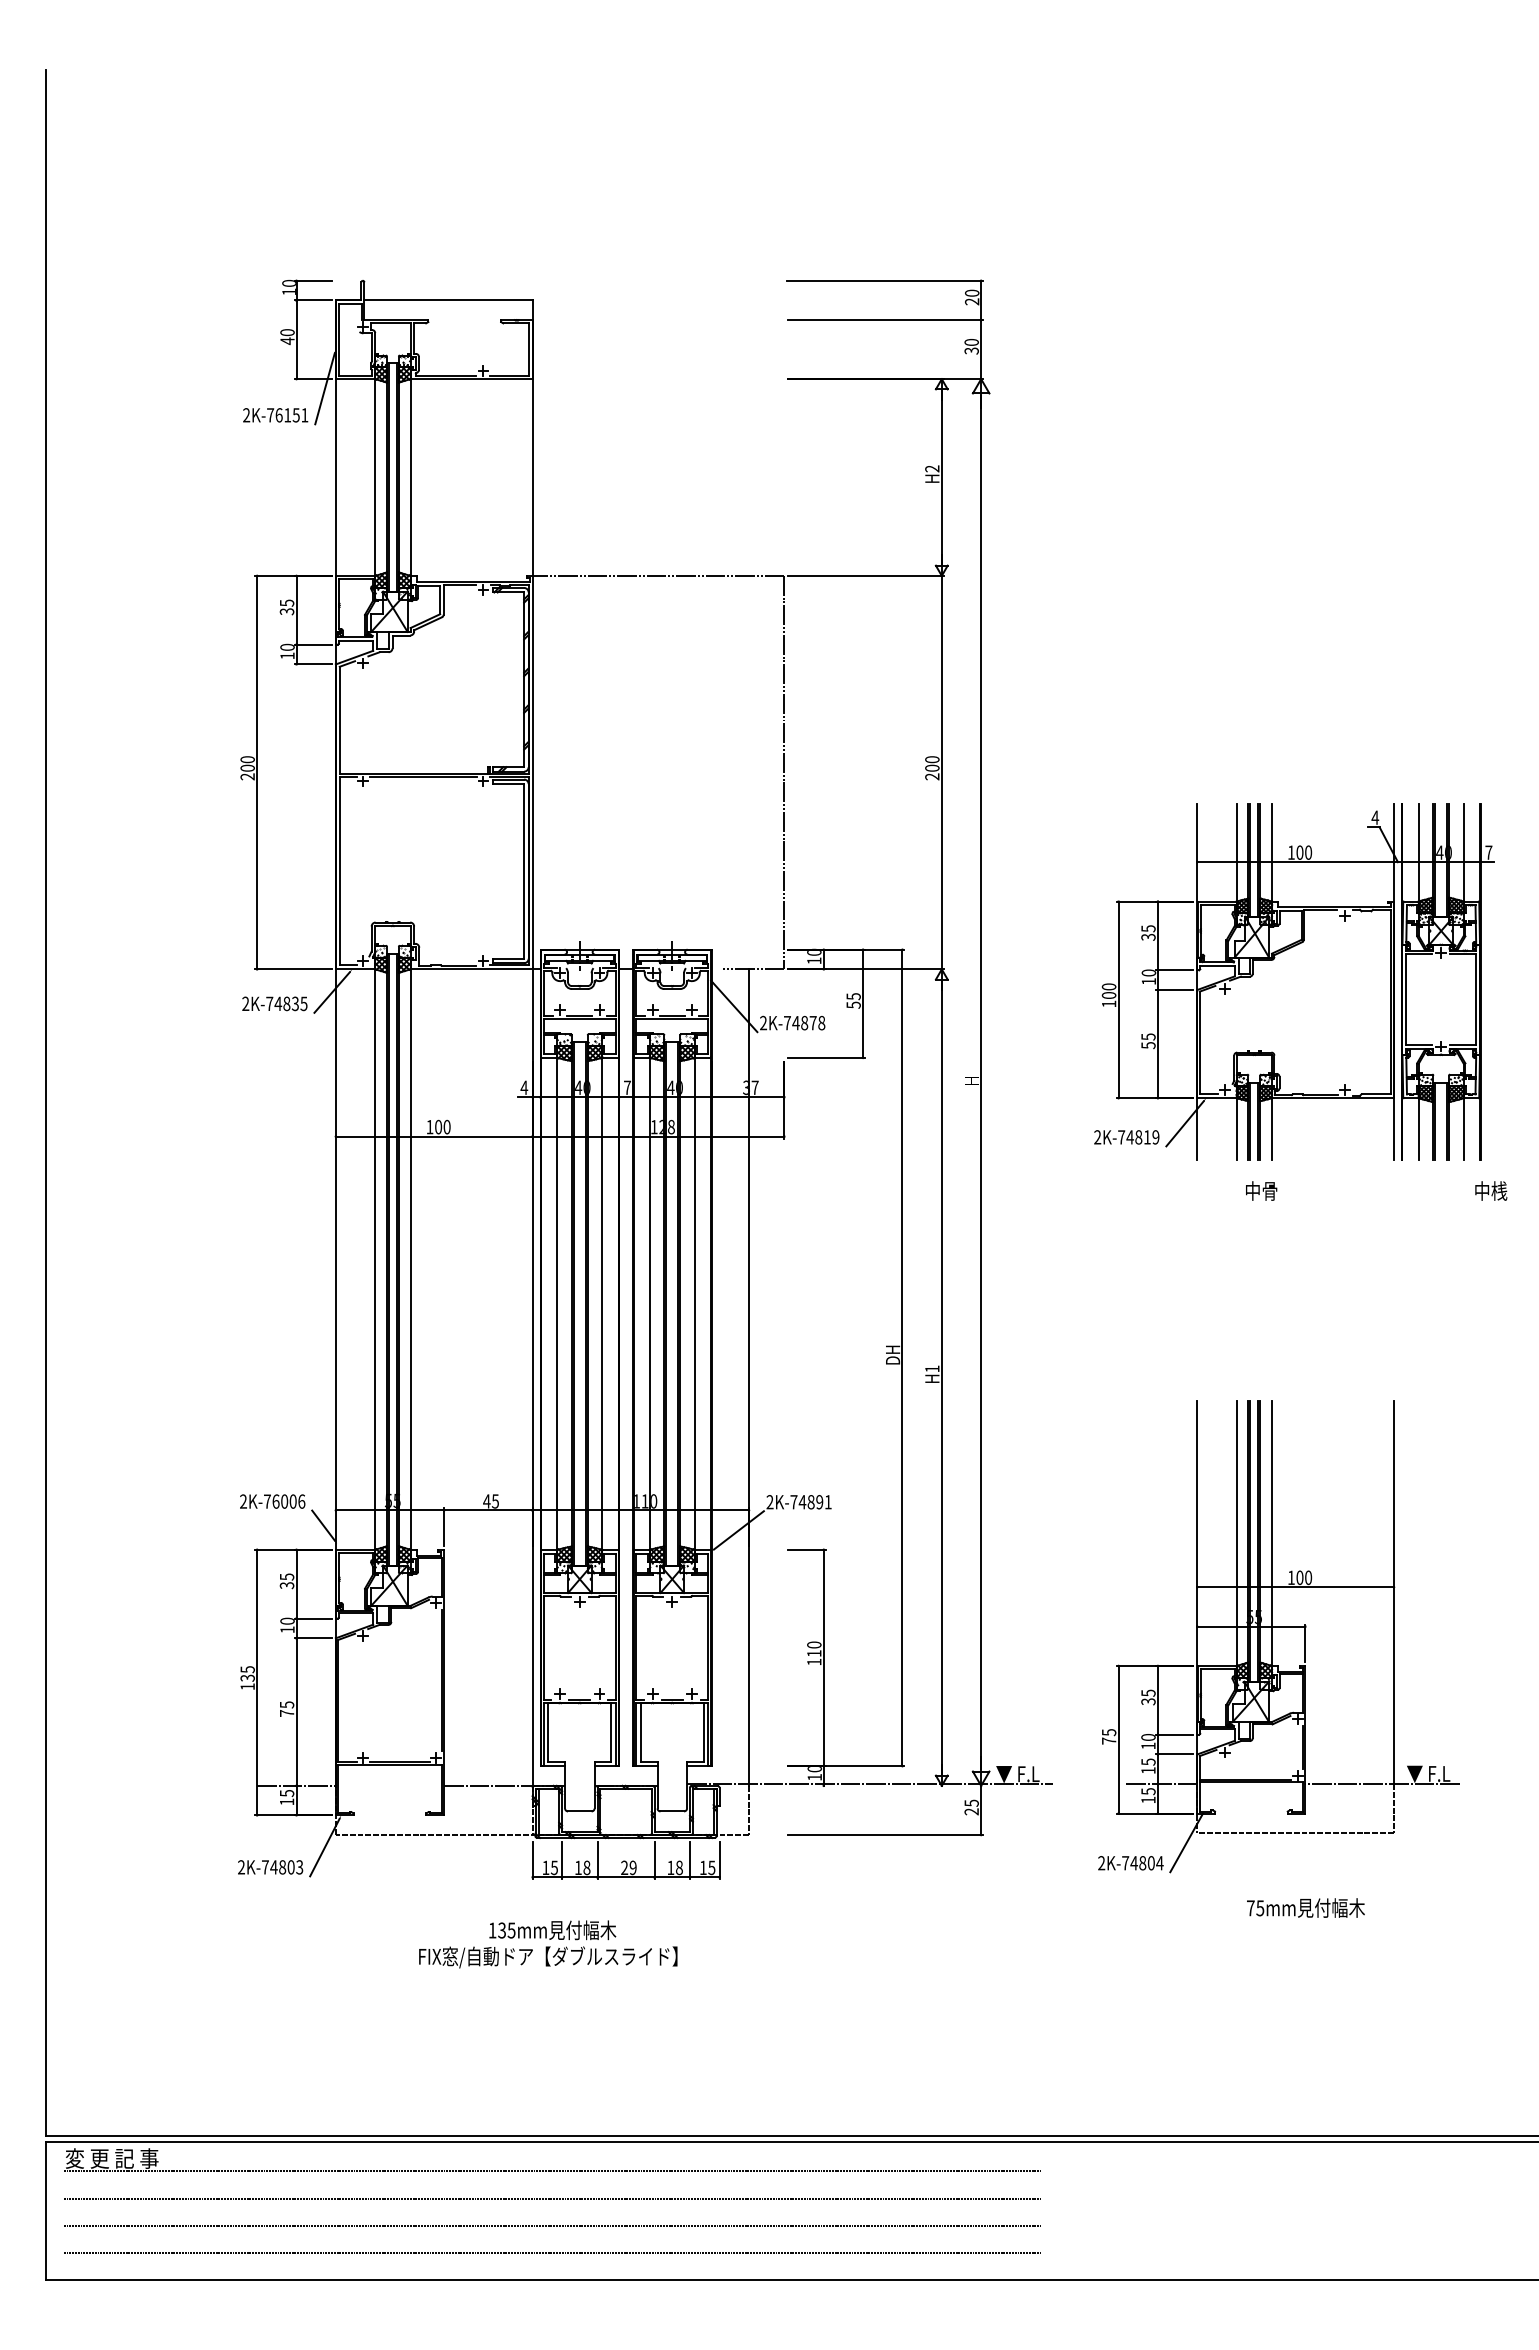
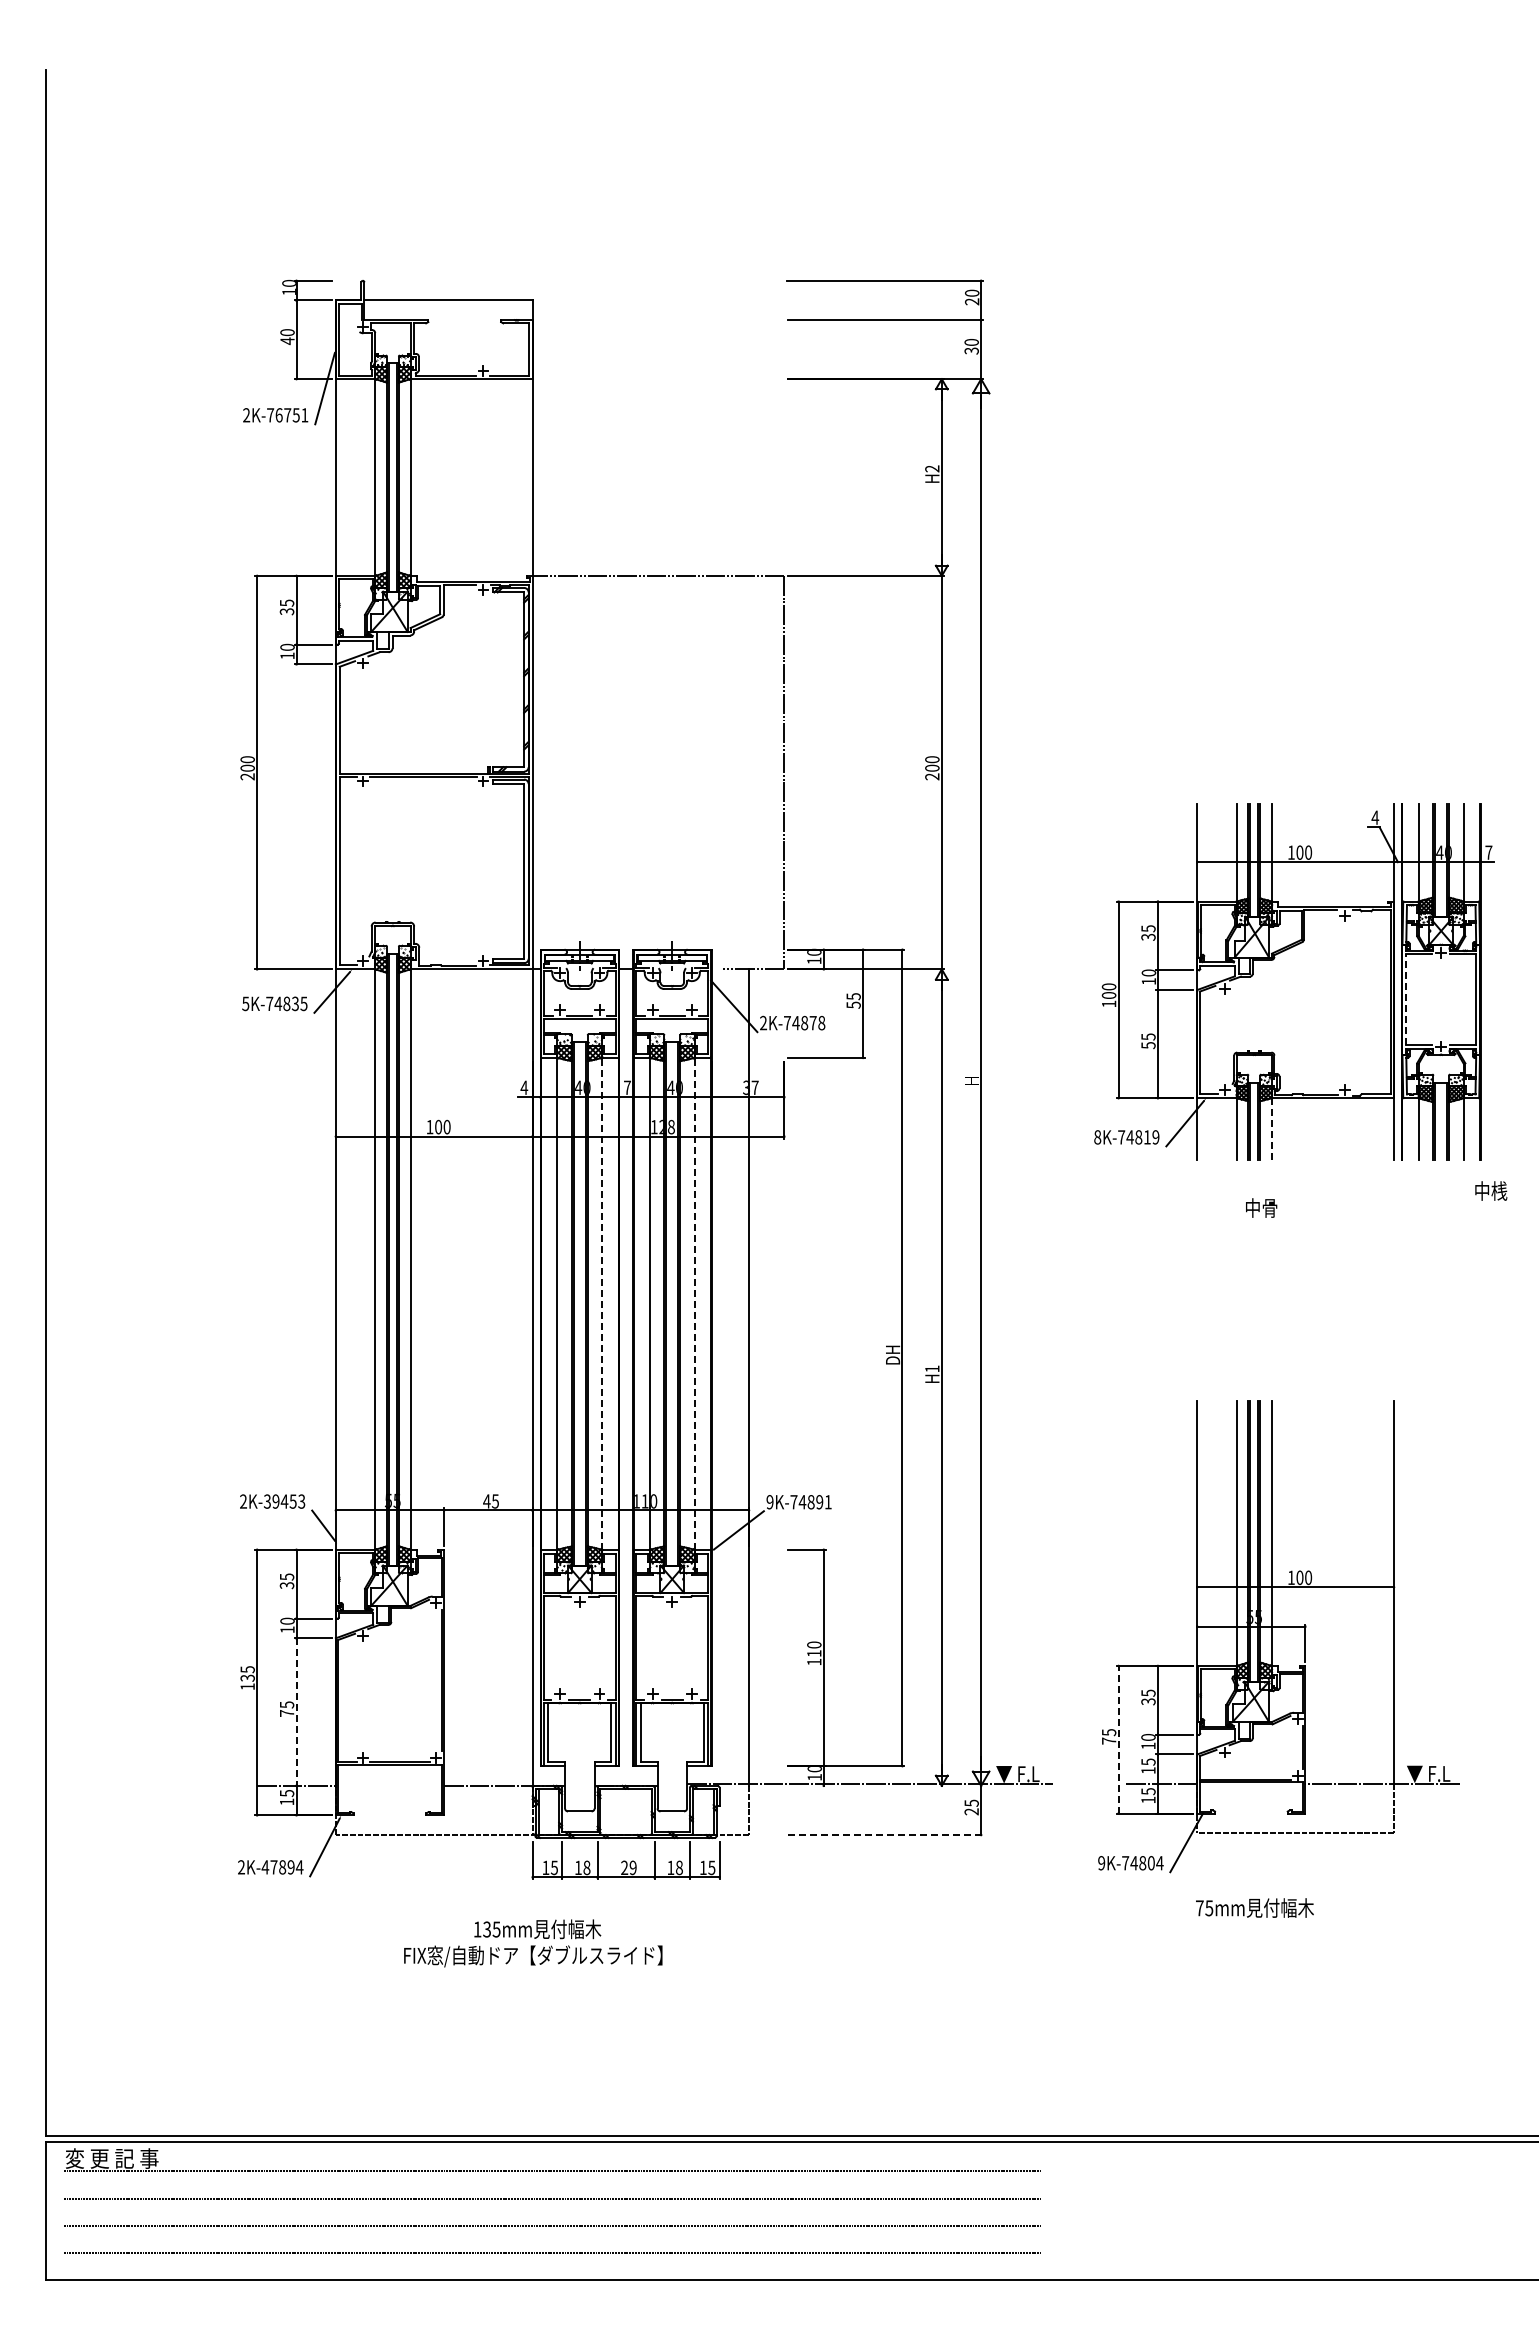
text at (287, 415): 2K-76151 -> 2K-76751
line at (1406, 999): solid -> dashed
text at (245, 1003): 2K-74835 -> 5K-74835
line at (1272, 1129): solid -> dashed
text at (1097, 1137): 2K-74819 -> 8K-74819
text at (1261, 1190) position: (1261, 1190) -> (1261, 1207)
line at (602, 1303): solid -> dashed
line at (694, 1303): solid -> dashed
text at (284, 1501): 2K-76006 -> 2K-39453
text at (769, 1502): 2K-74891 -> 9K-74891
line at (296, 1712): solid -> dashed
line at (1118, 1739): solid -> dashed
line at (886, 1835): solid -> dashed
text at (1101, 1863): 2K-74804 -> 9K-74804
text at (282, 1867): 2K-74803 -> 2K-47894
text at (1305, 1907) position: (1305, 1907) -> (1254, 1907)
text at (548, 1944) position: (548, 1944) -> (533, 1943)
